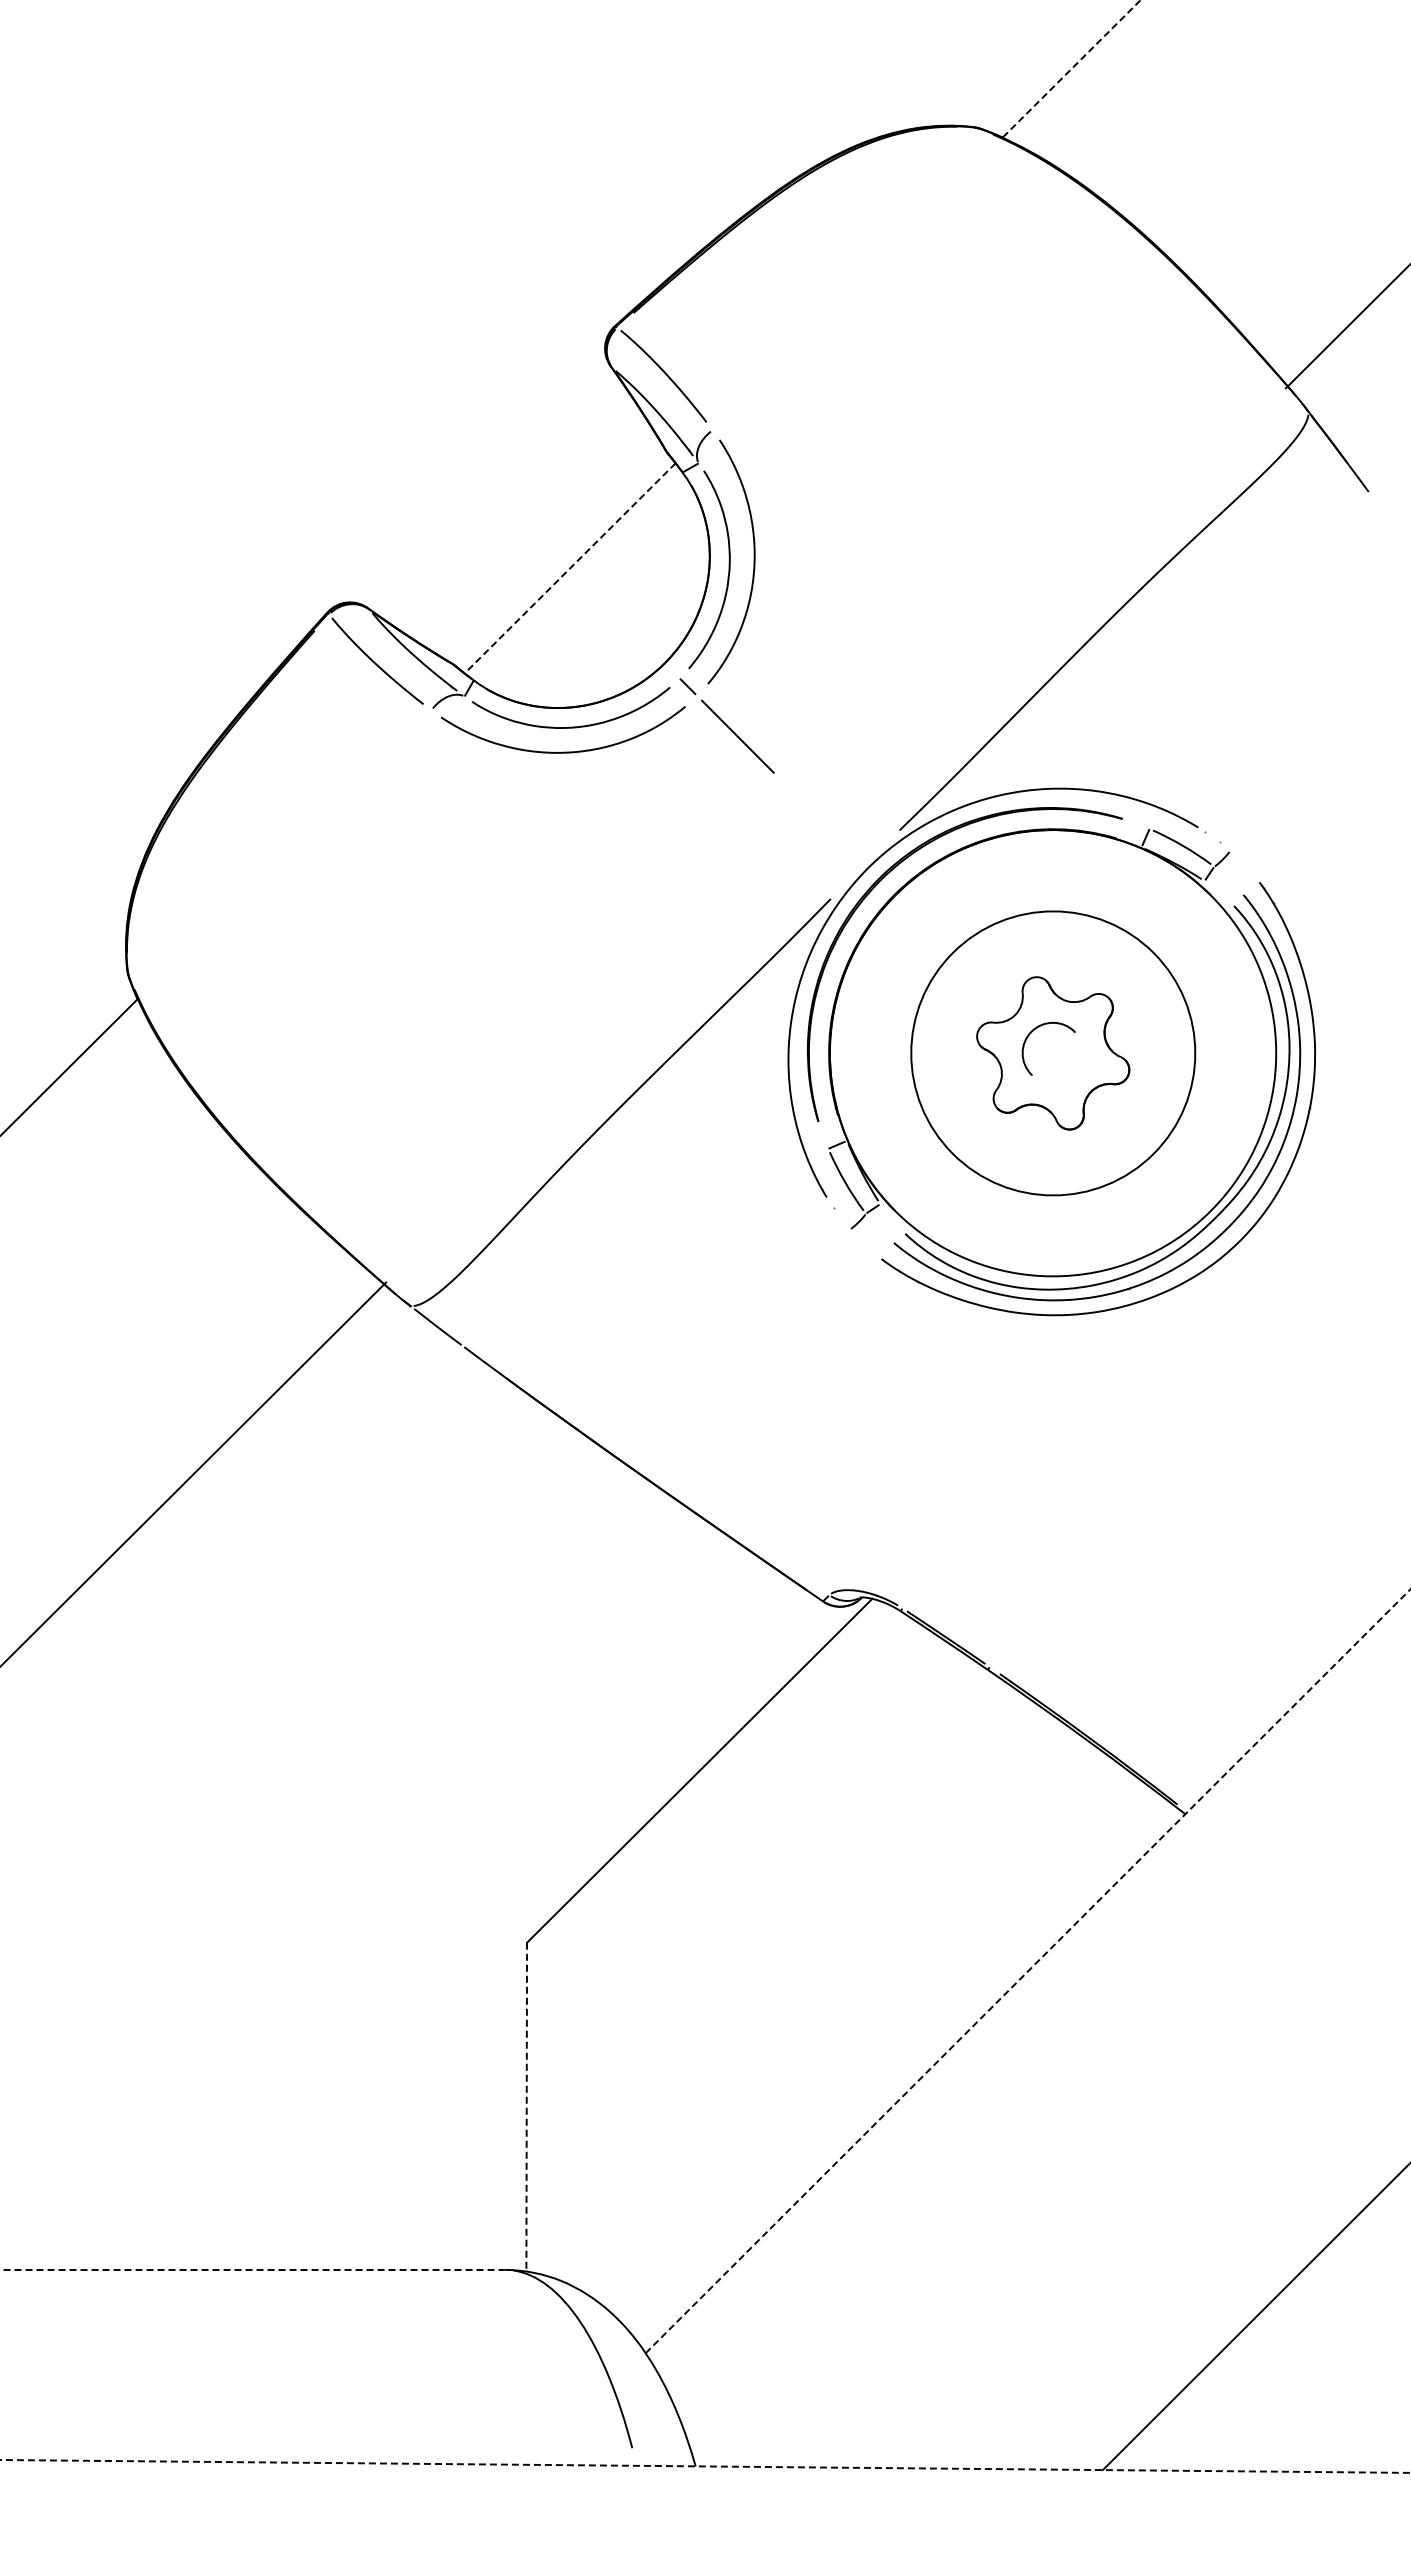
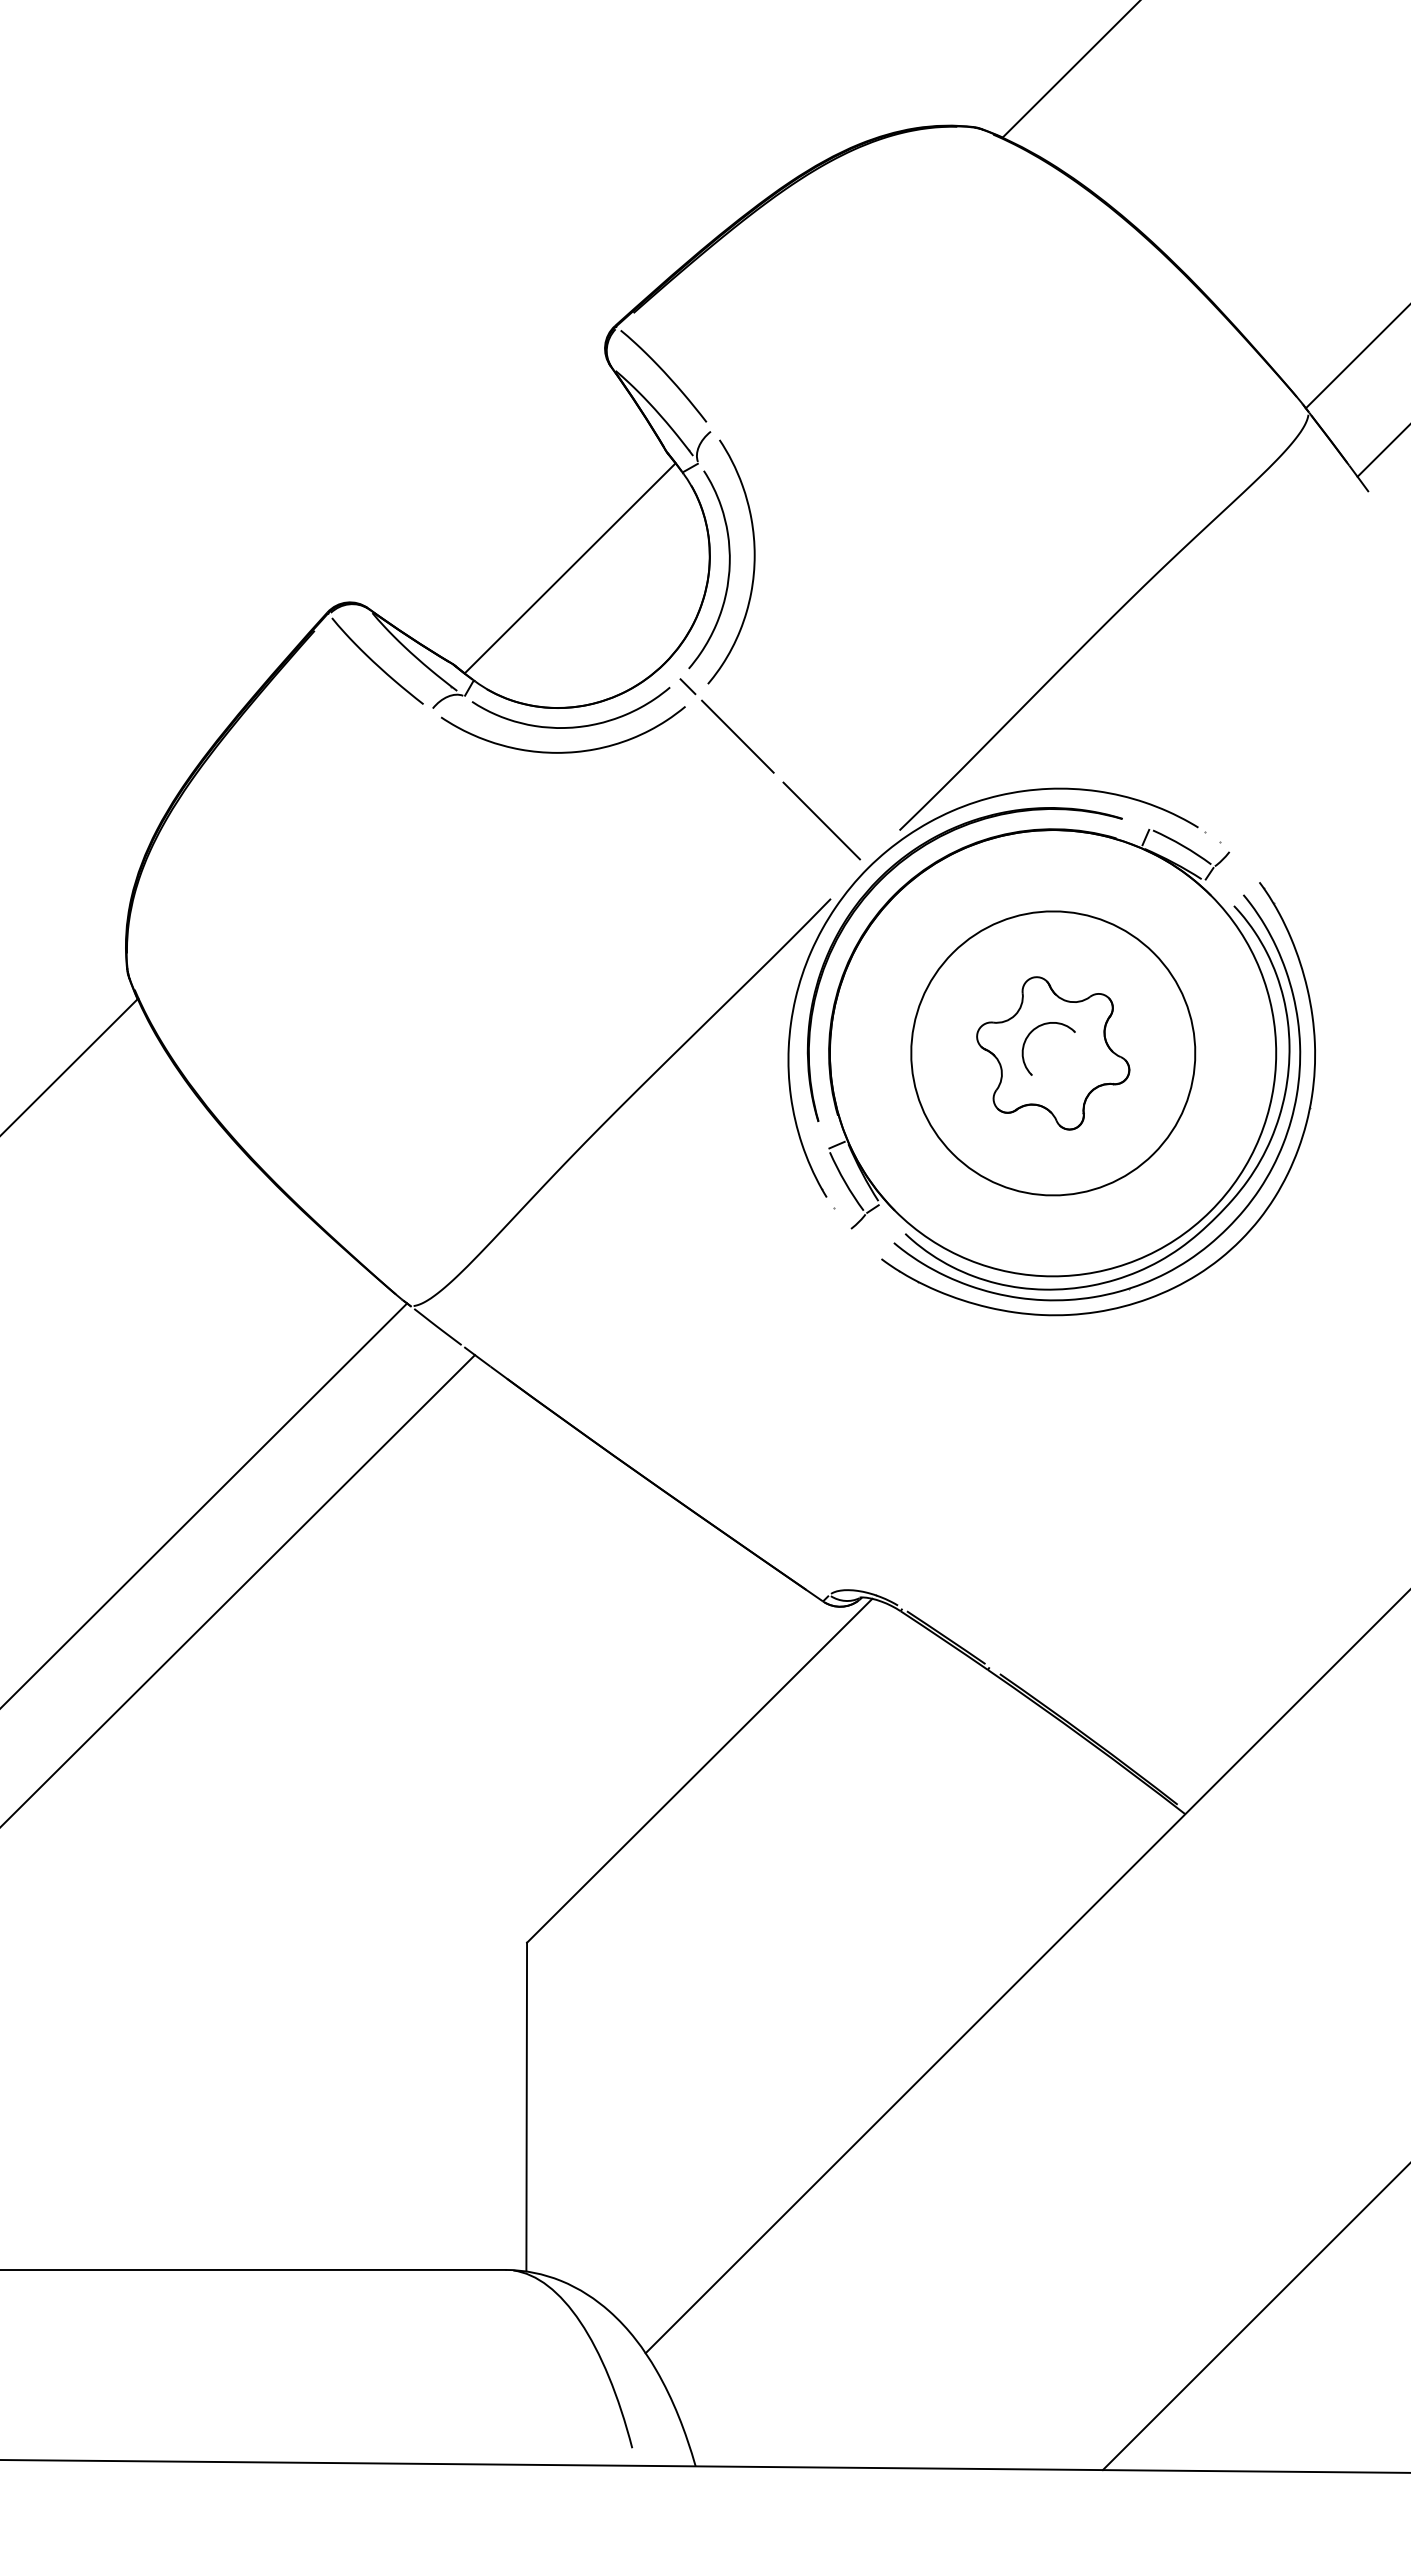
line at (1071, 69): dashed -> solid
line at (1346, 327) position: (1346, 327) -> (1356, 357)
line at (1382, 451): none -> present
line at (570, 568): dashed -> solid
line at (821, 820): none -> present
line at (194, 1473) position: (194, 1473) -> (204, 1504)
line at (238, 1590): none -> present
line at (1028, 1970): dashed -> solid
line at (526, 2107): dashed -> solid
line at (252, 2269): dashed -> solid
line at (705, 2466): dashed -> solid
